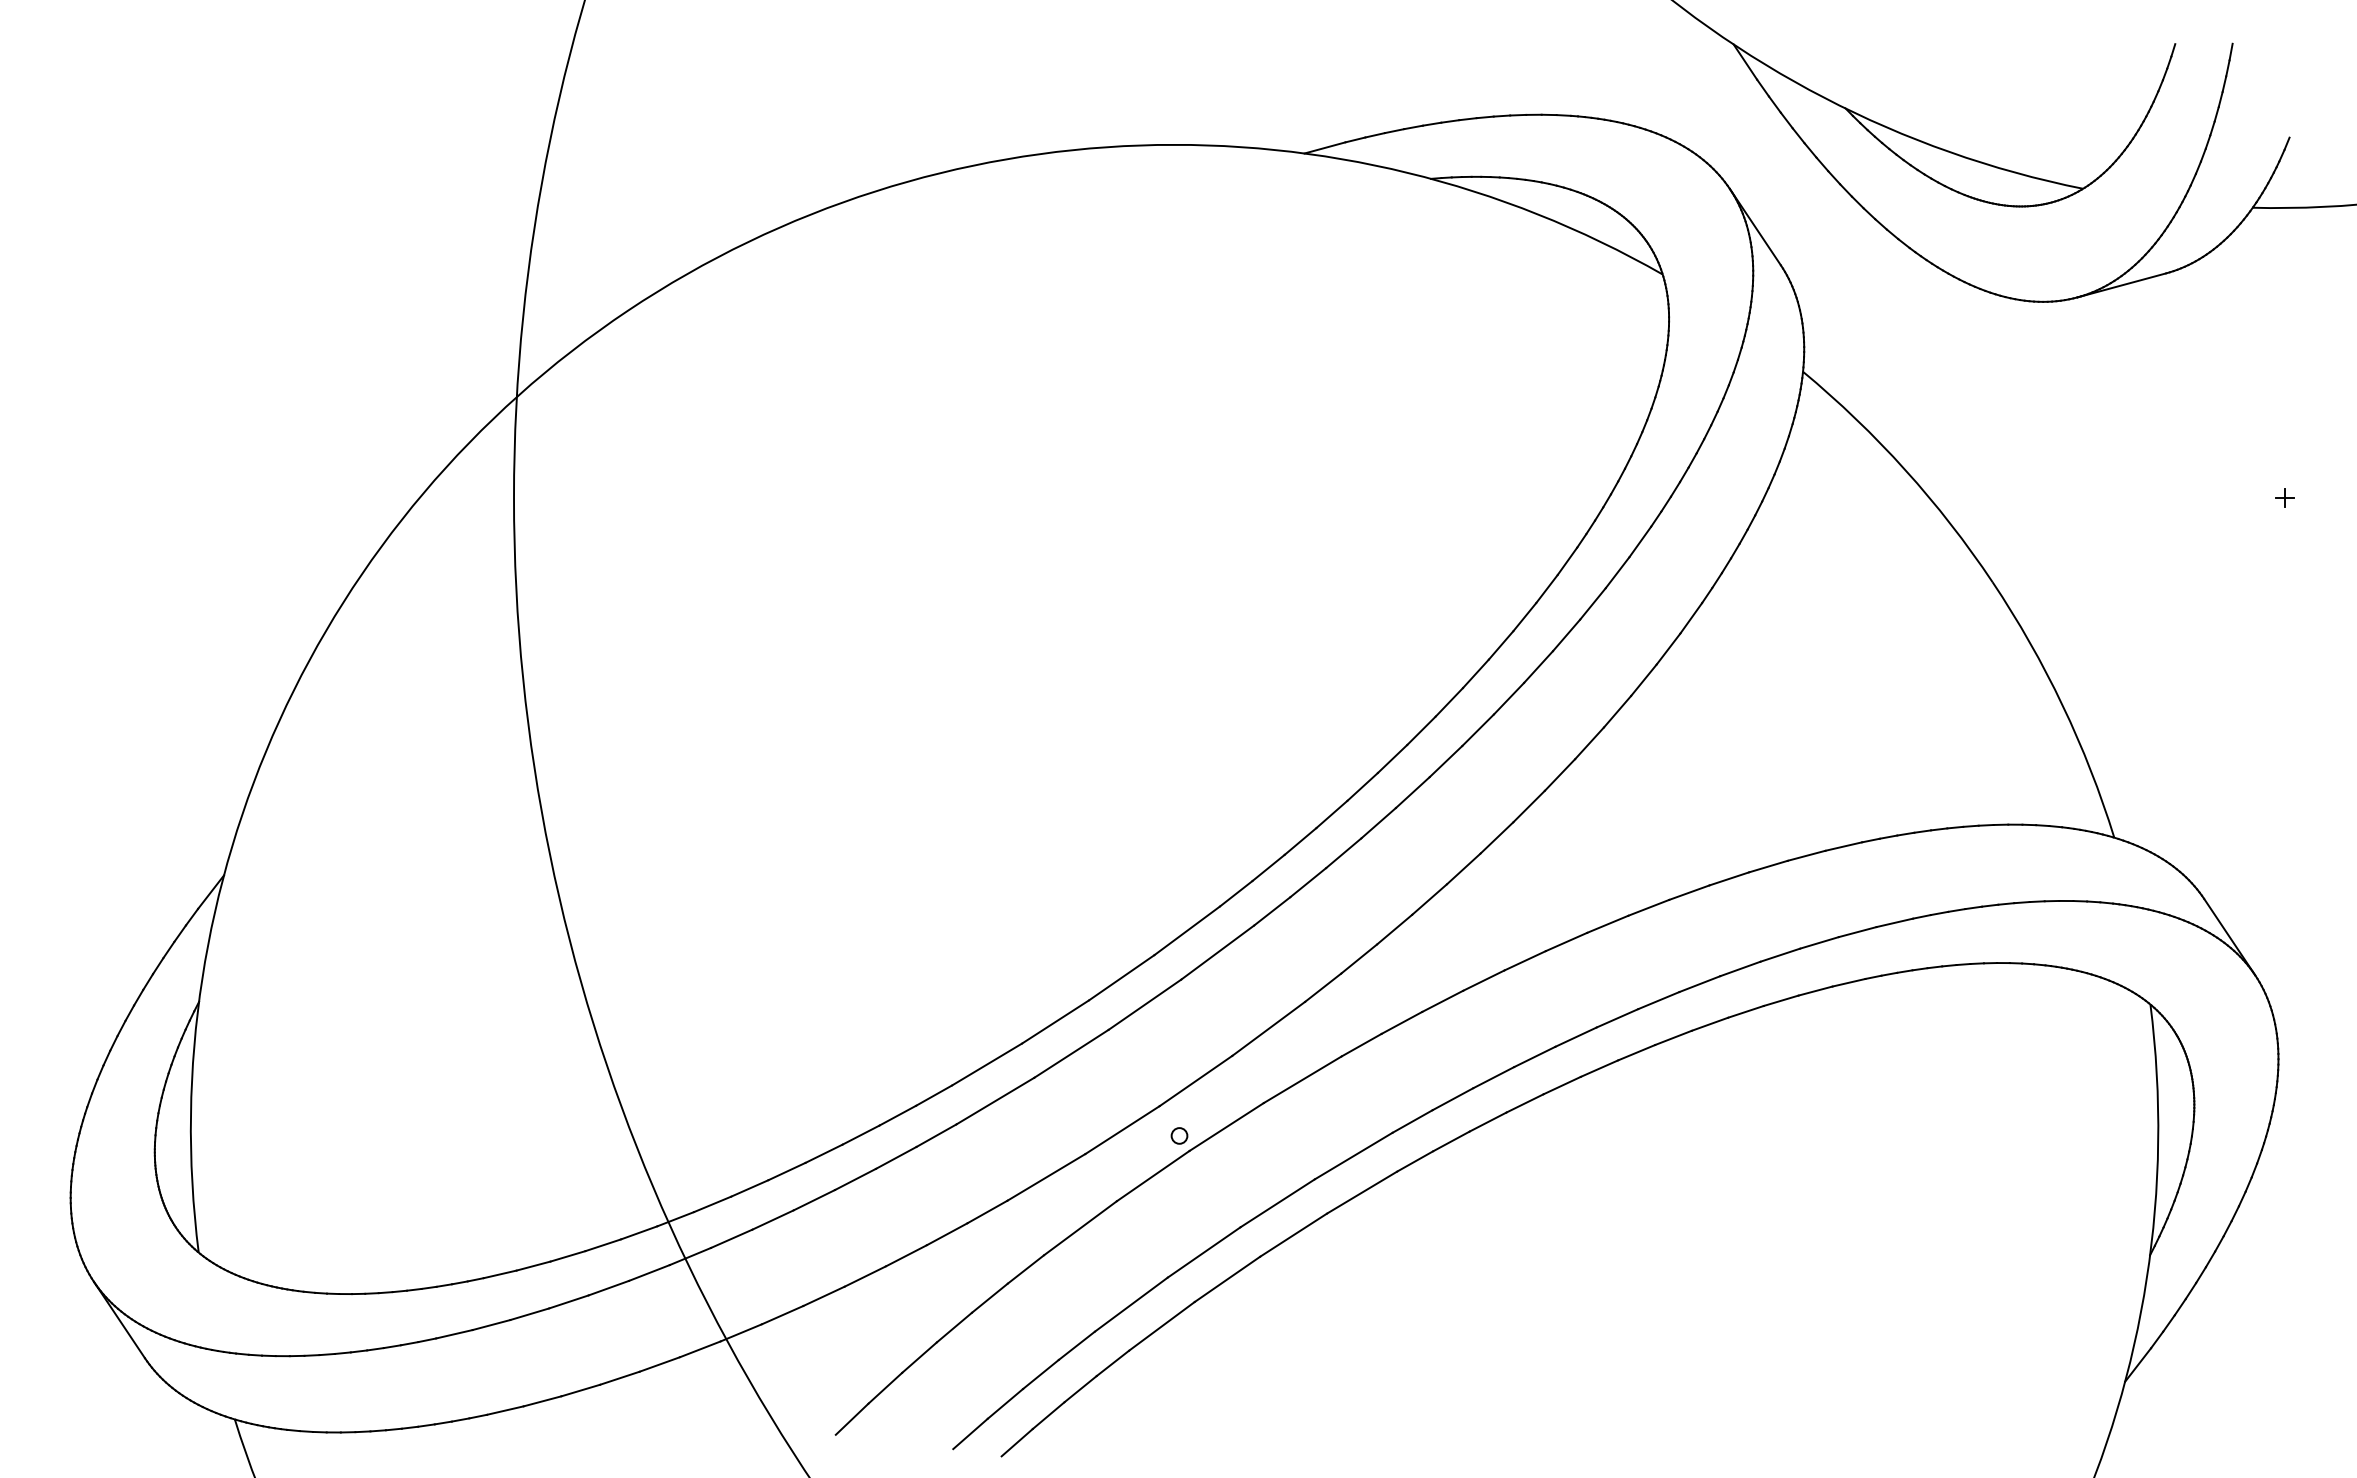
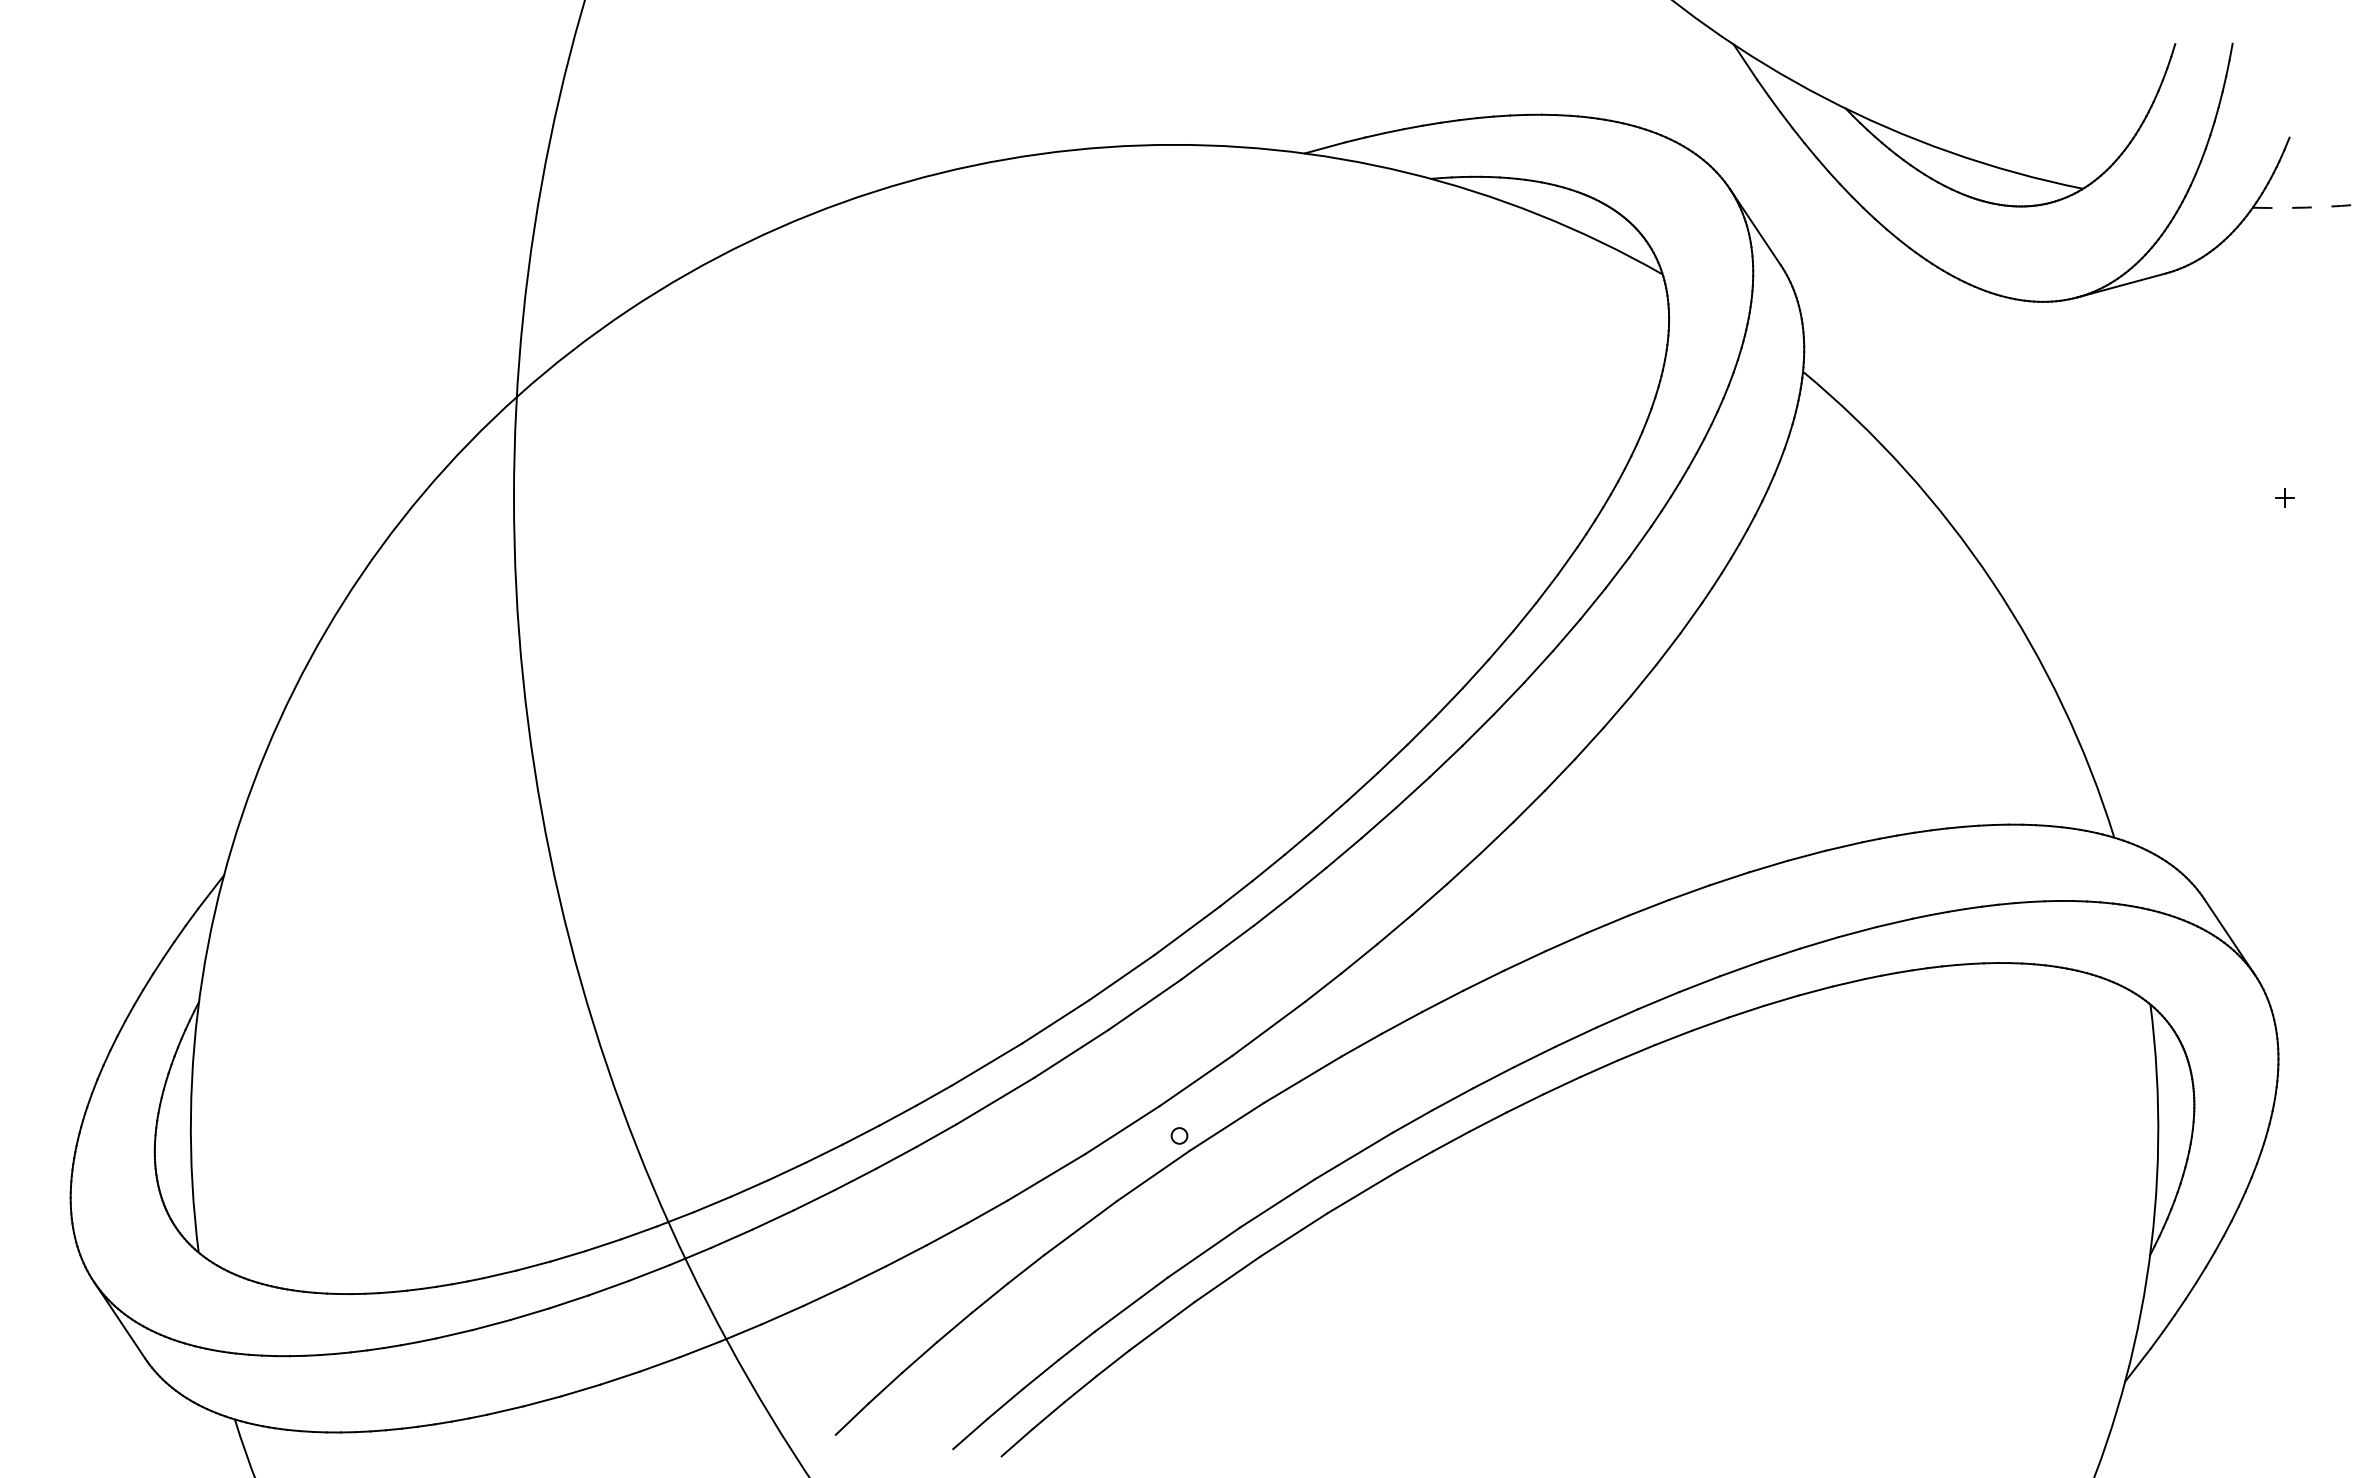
arc at (2305, 207): solid -> dashed
